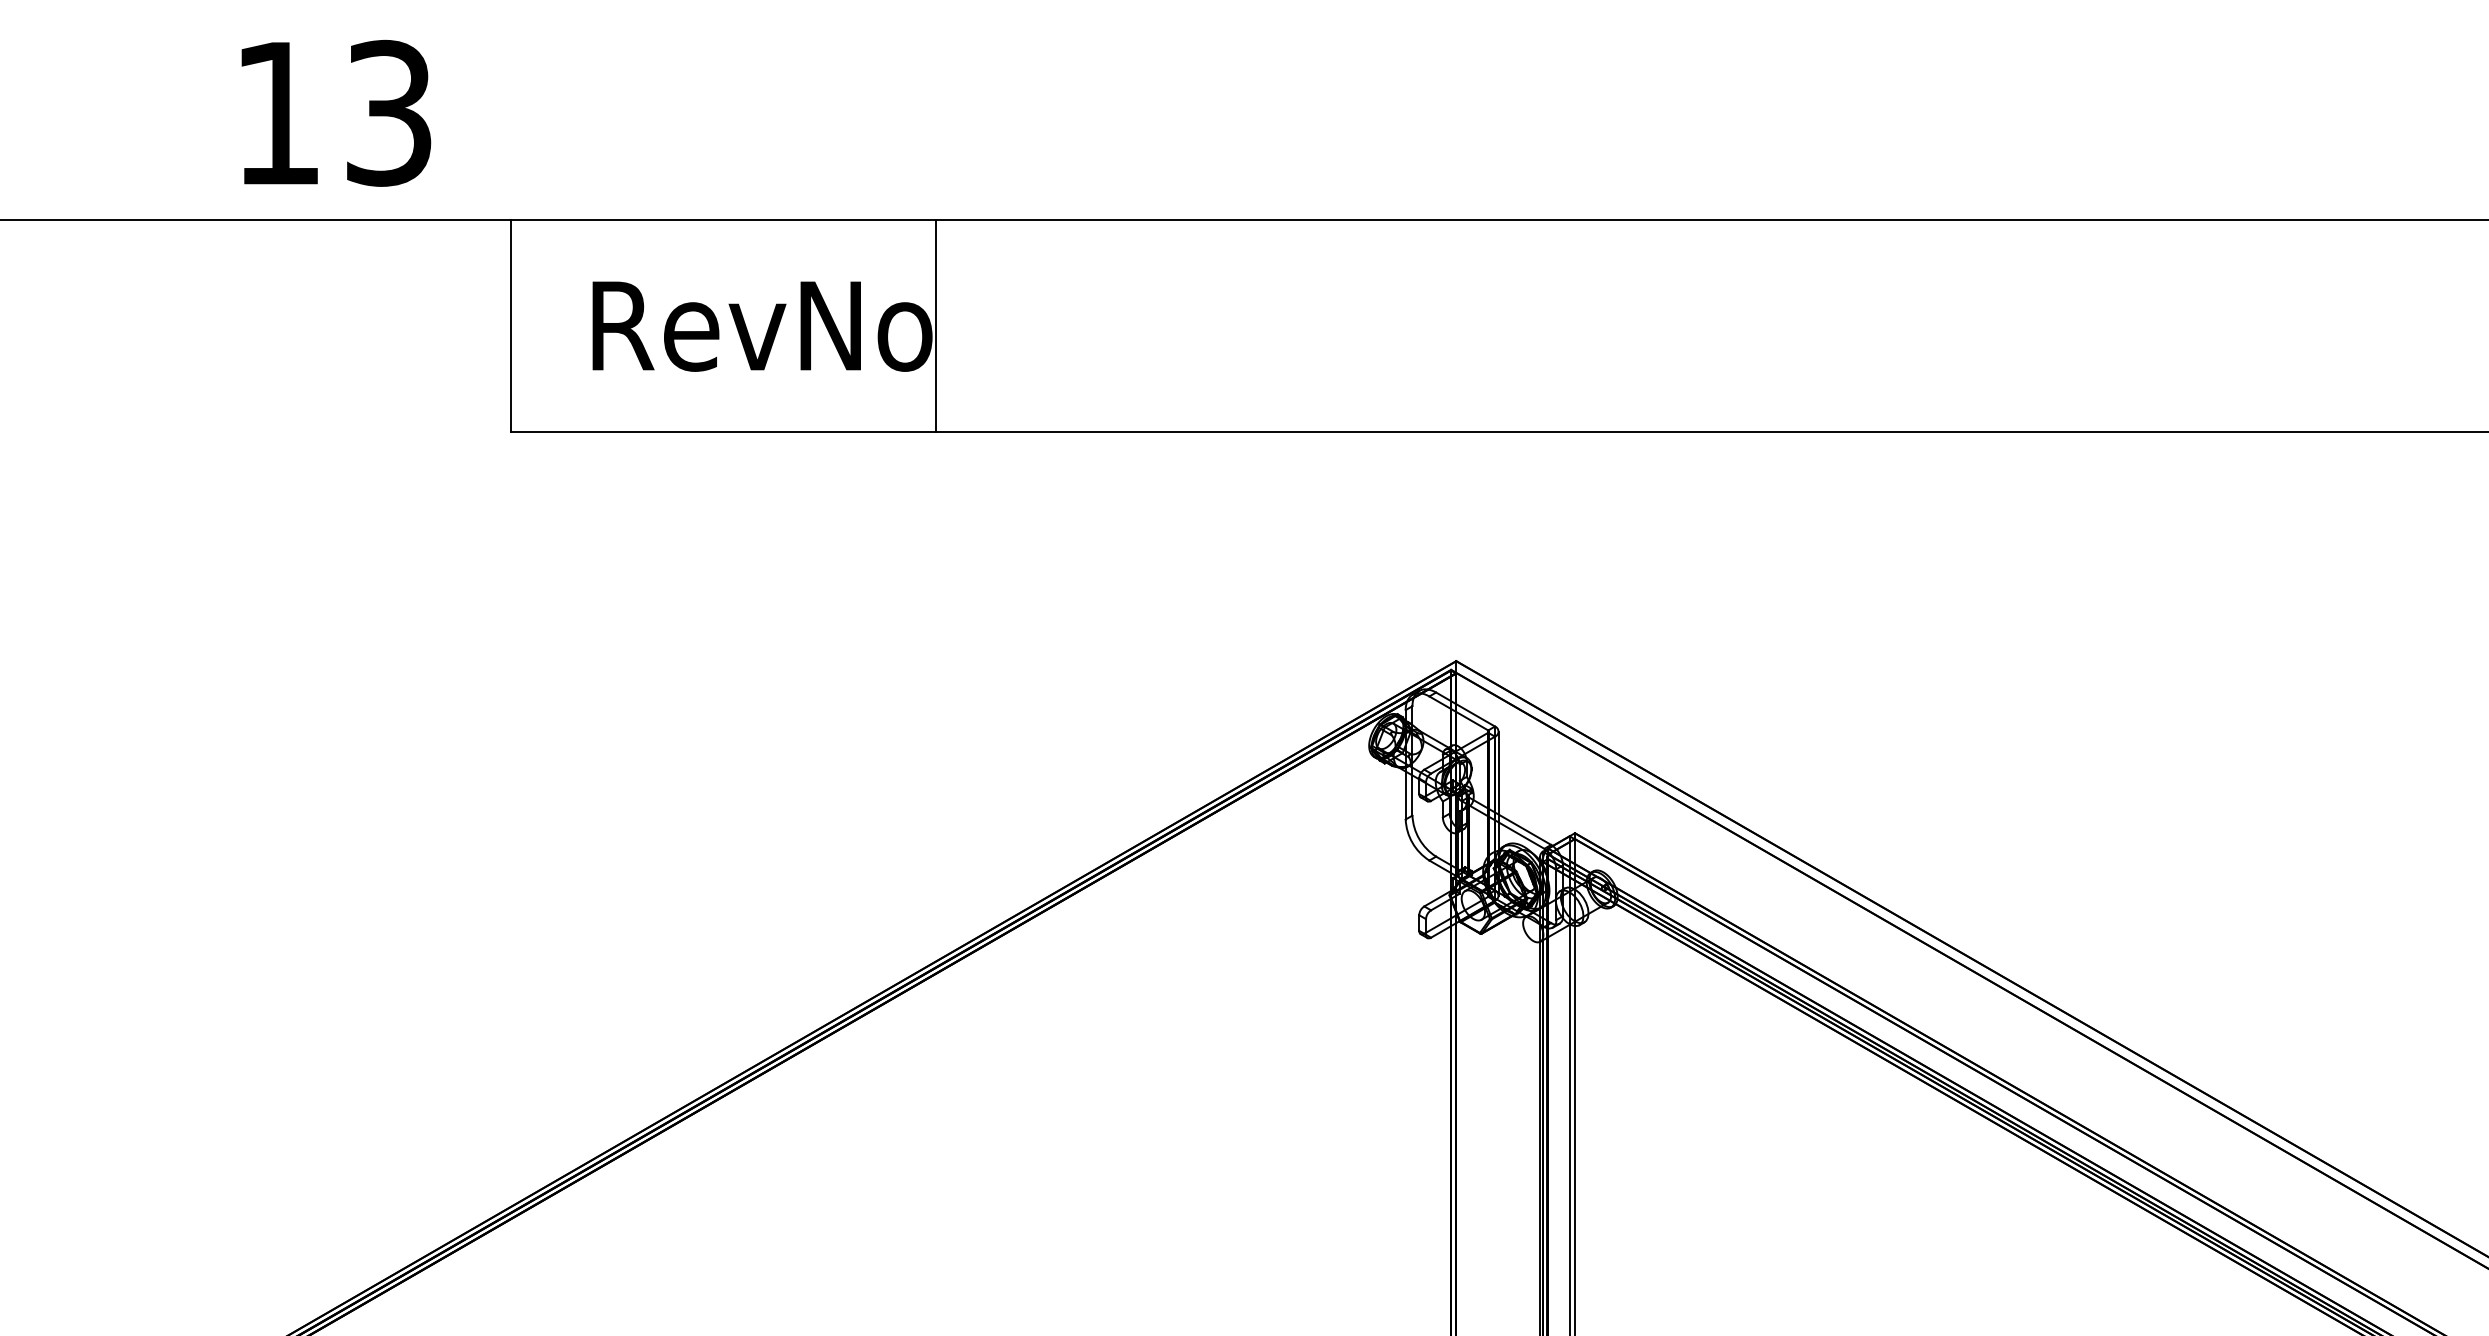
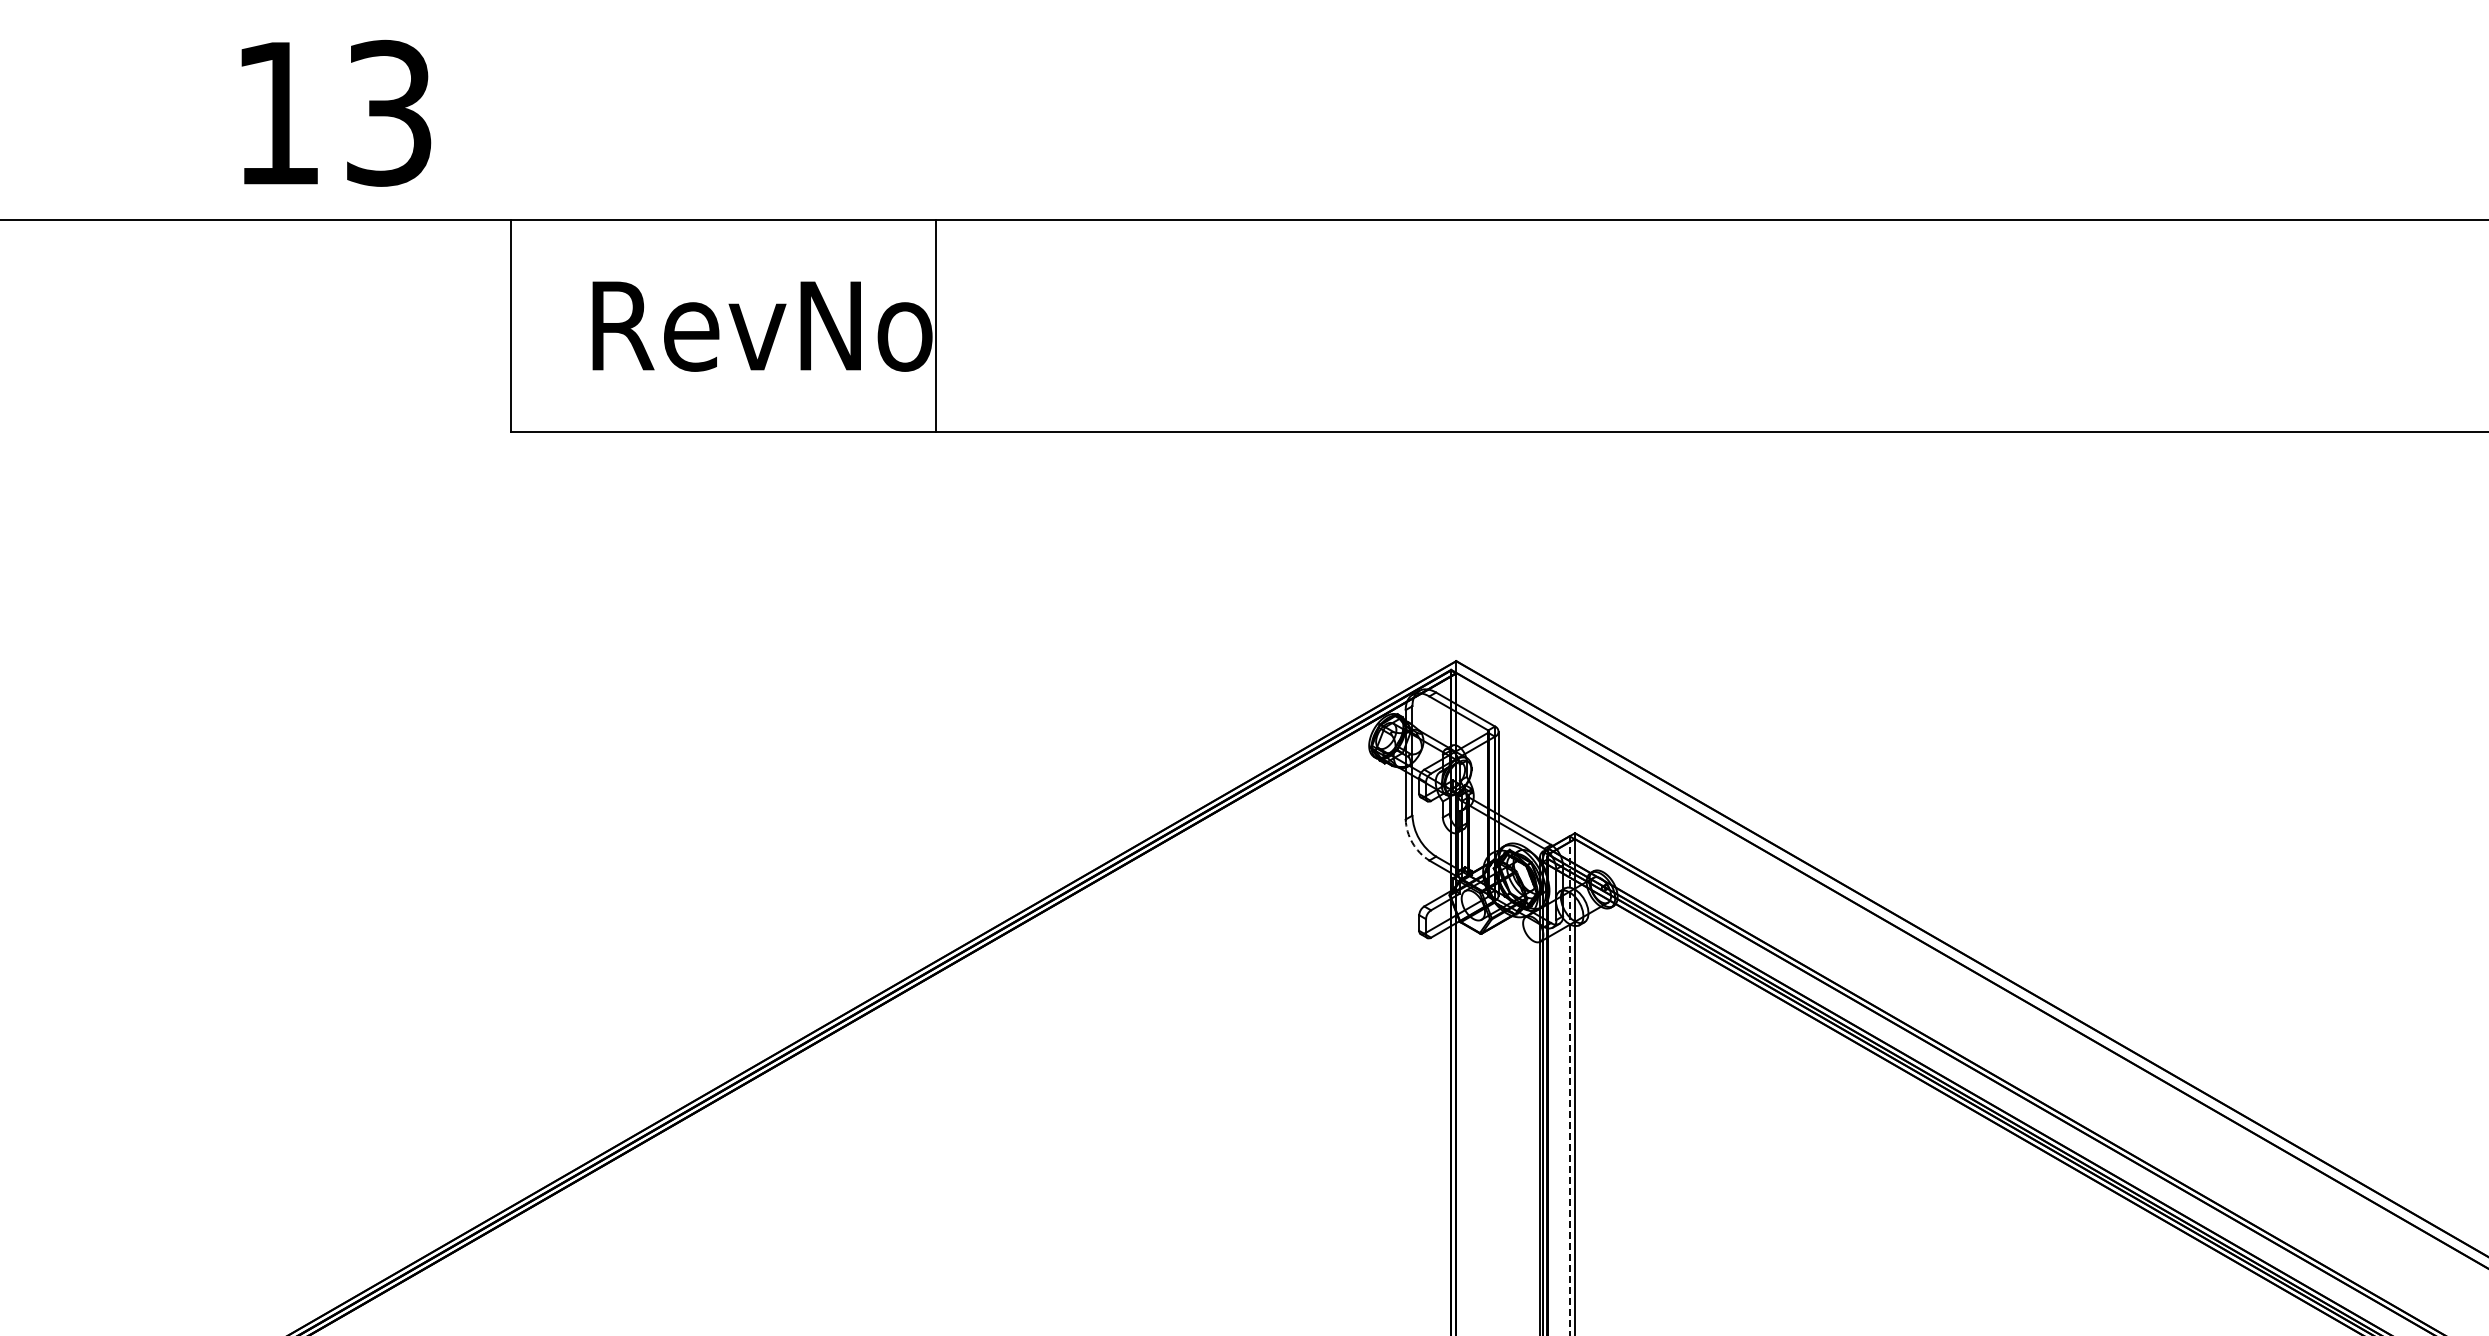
arc at (1412, 842): solid -> dashed
line at (1569, 1086): solid -> dashed
